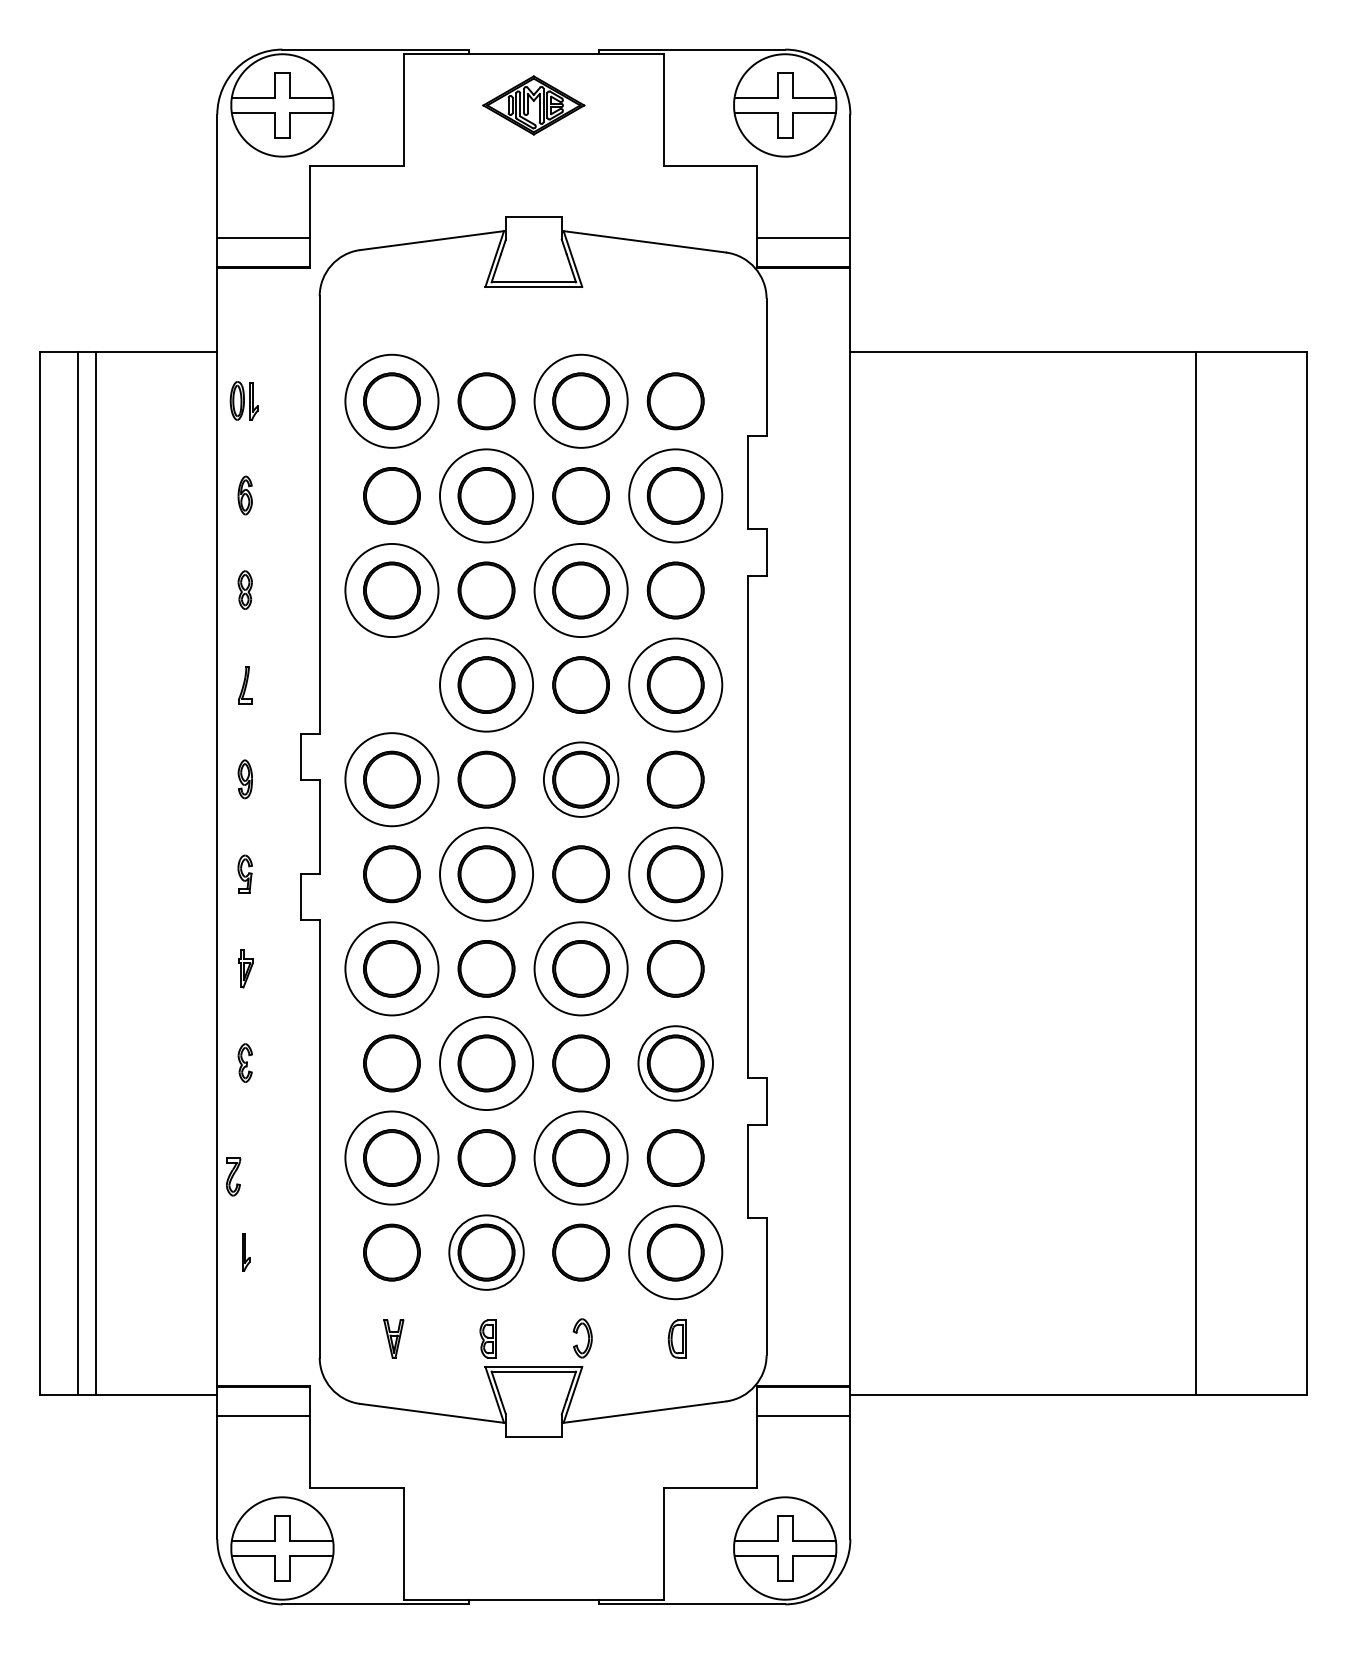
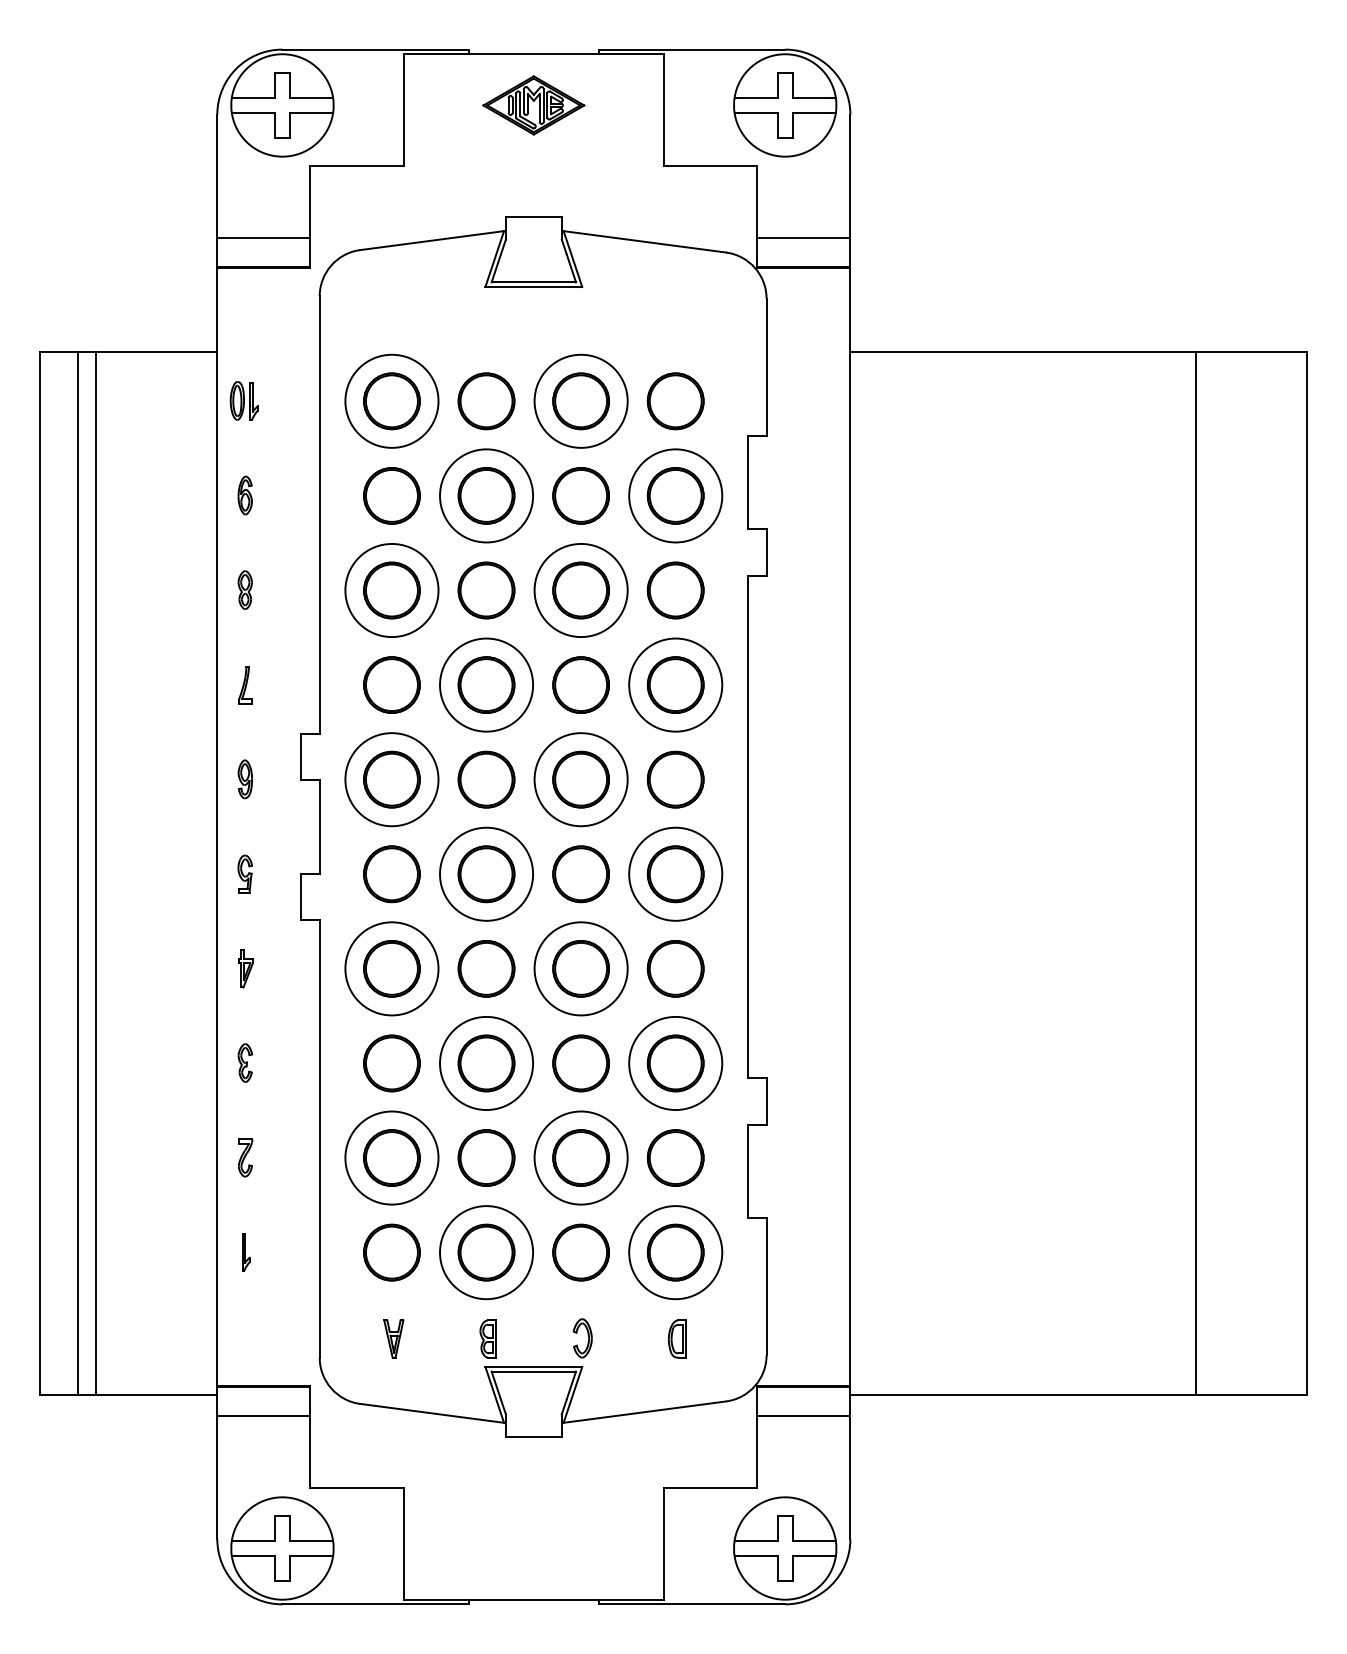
part at (391, 684): none -> present
circle at (580, 779) diameter: 74 px -> 93 px
circle at (675, 1063) diameter: 74 px -> 93 px
part at (233, 1176) position: (233, 1176) -> (245, 1157)
circle at (486, 1252) diameter: 74 px -> 93 px
